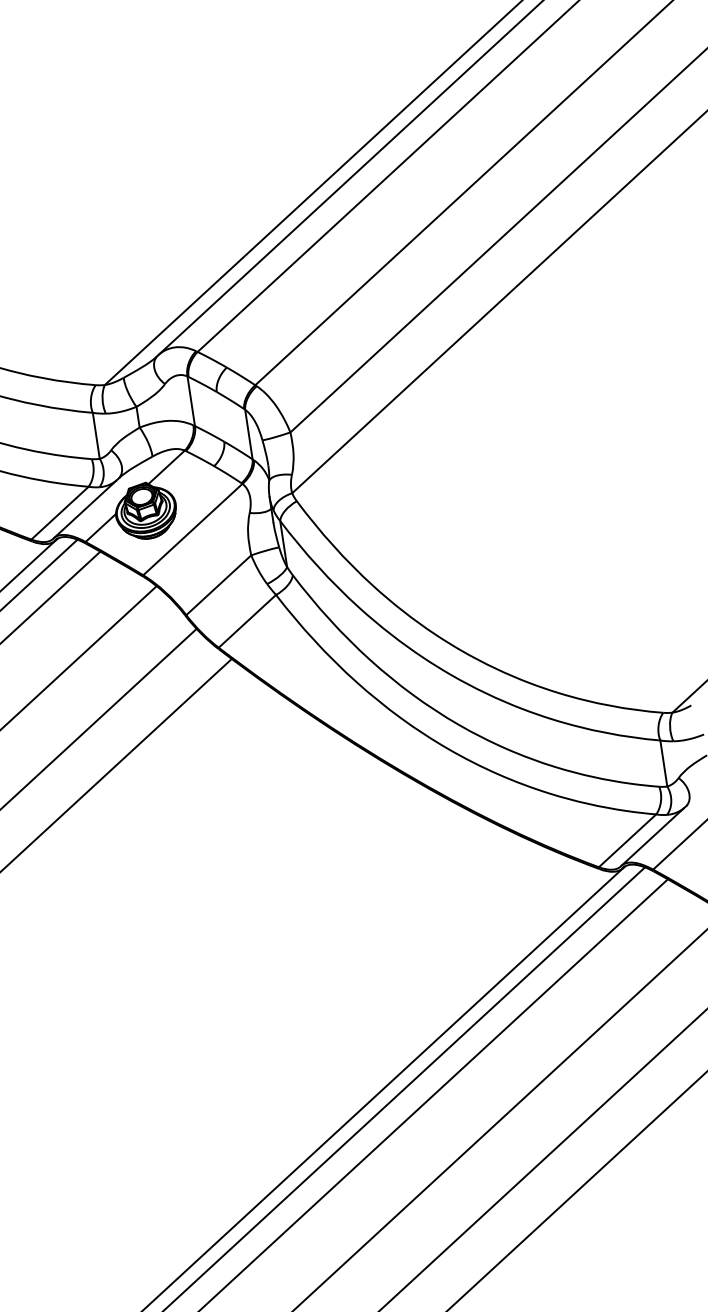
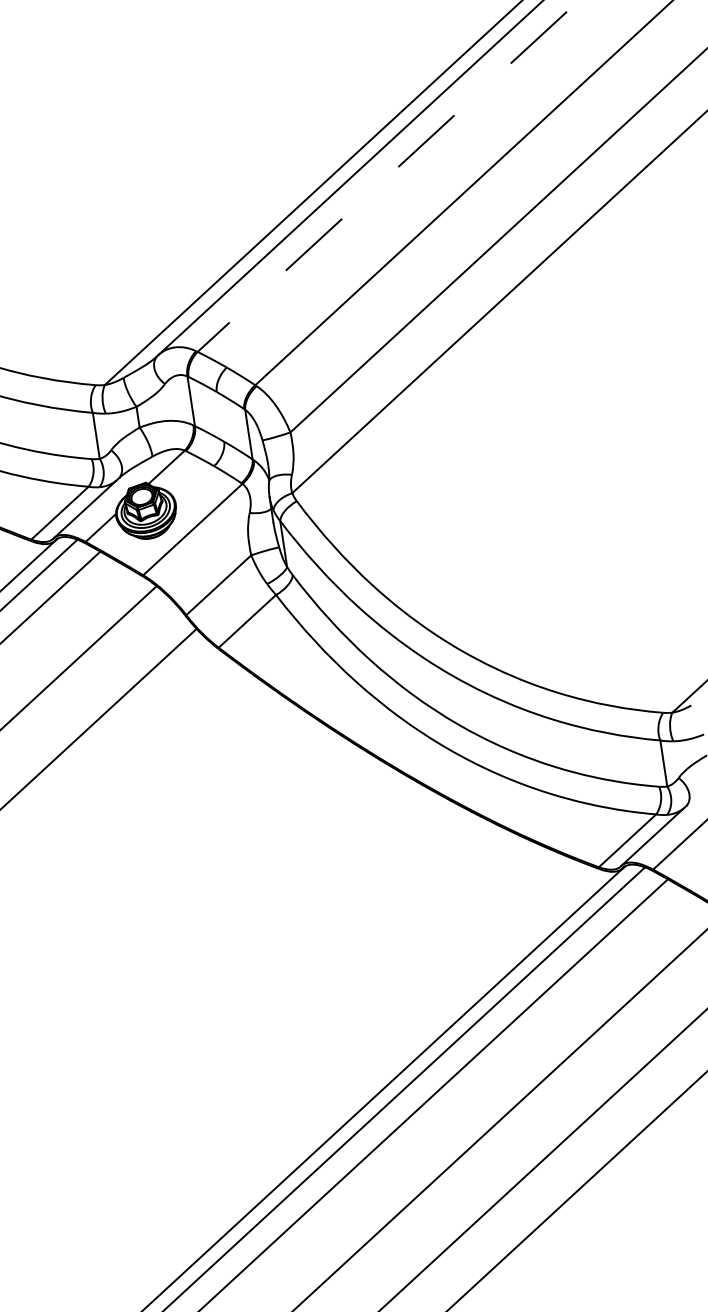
line at (388, 176): solid -> dashed
line at (116, 764): present -> none
